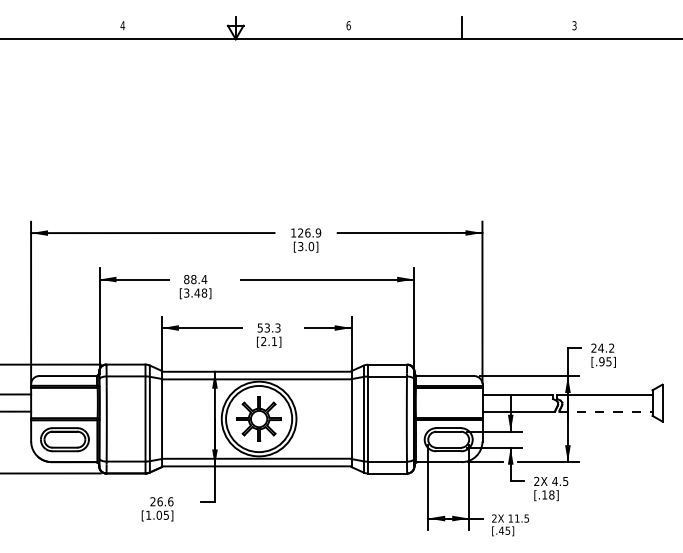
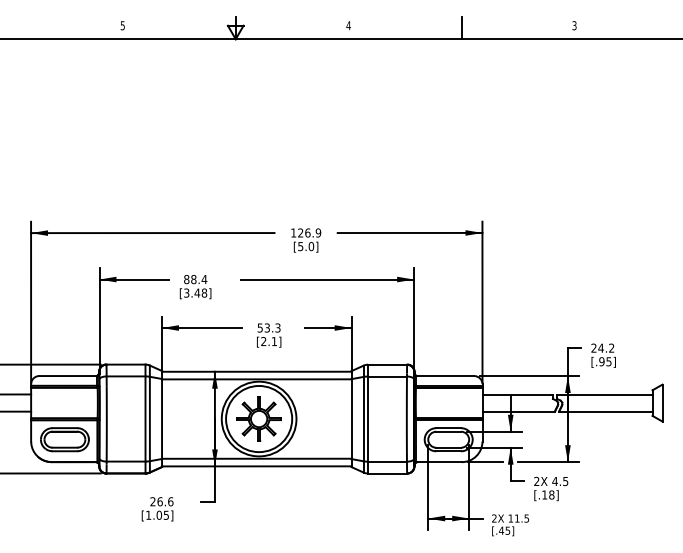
text at (122, 25): 4 -> 5
text at (348, 25): 6 -> 4
text at (300, 246): [3.0] -> [5.0]
line at (605, 411): dashed -> solid
